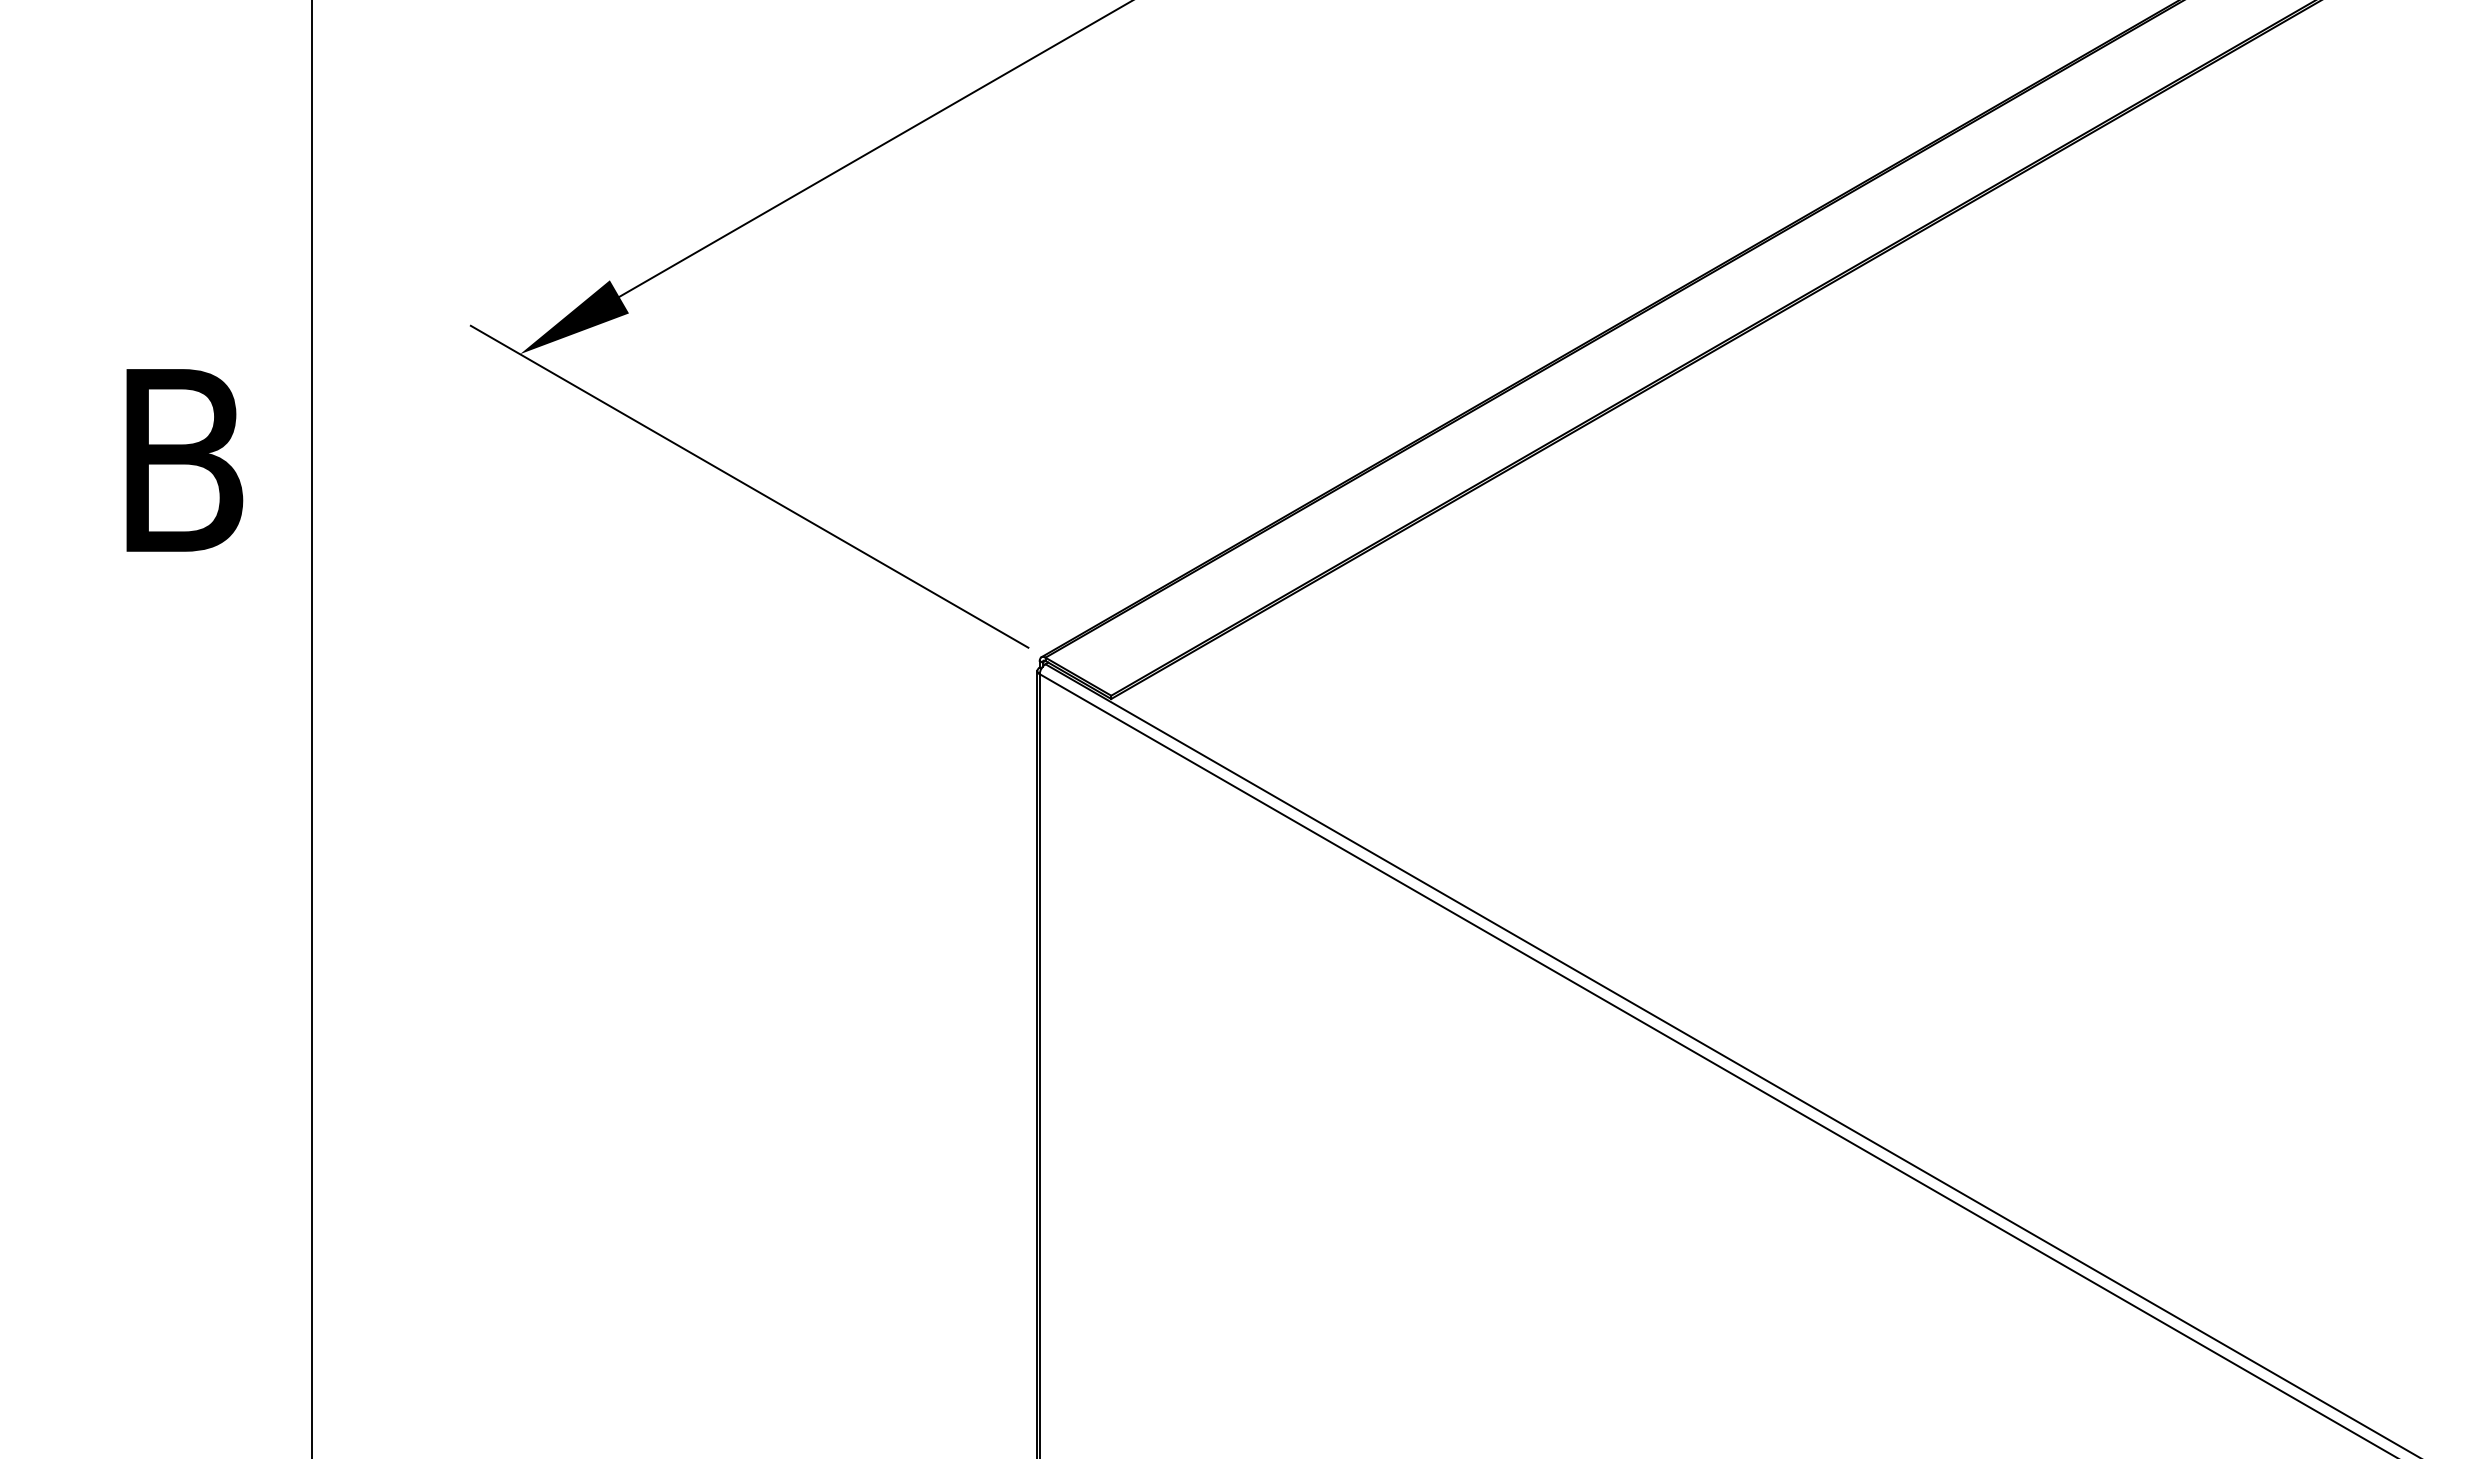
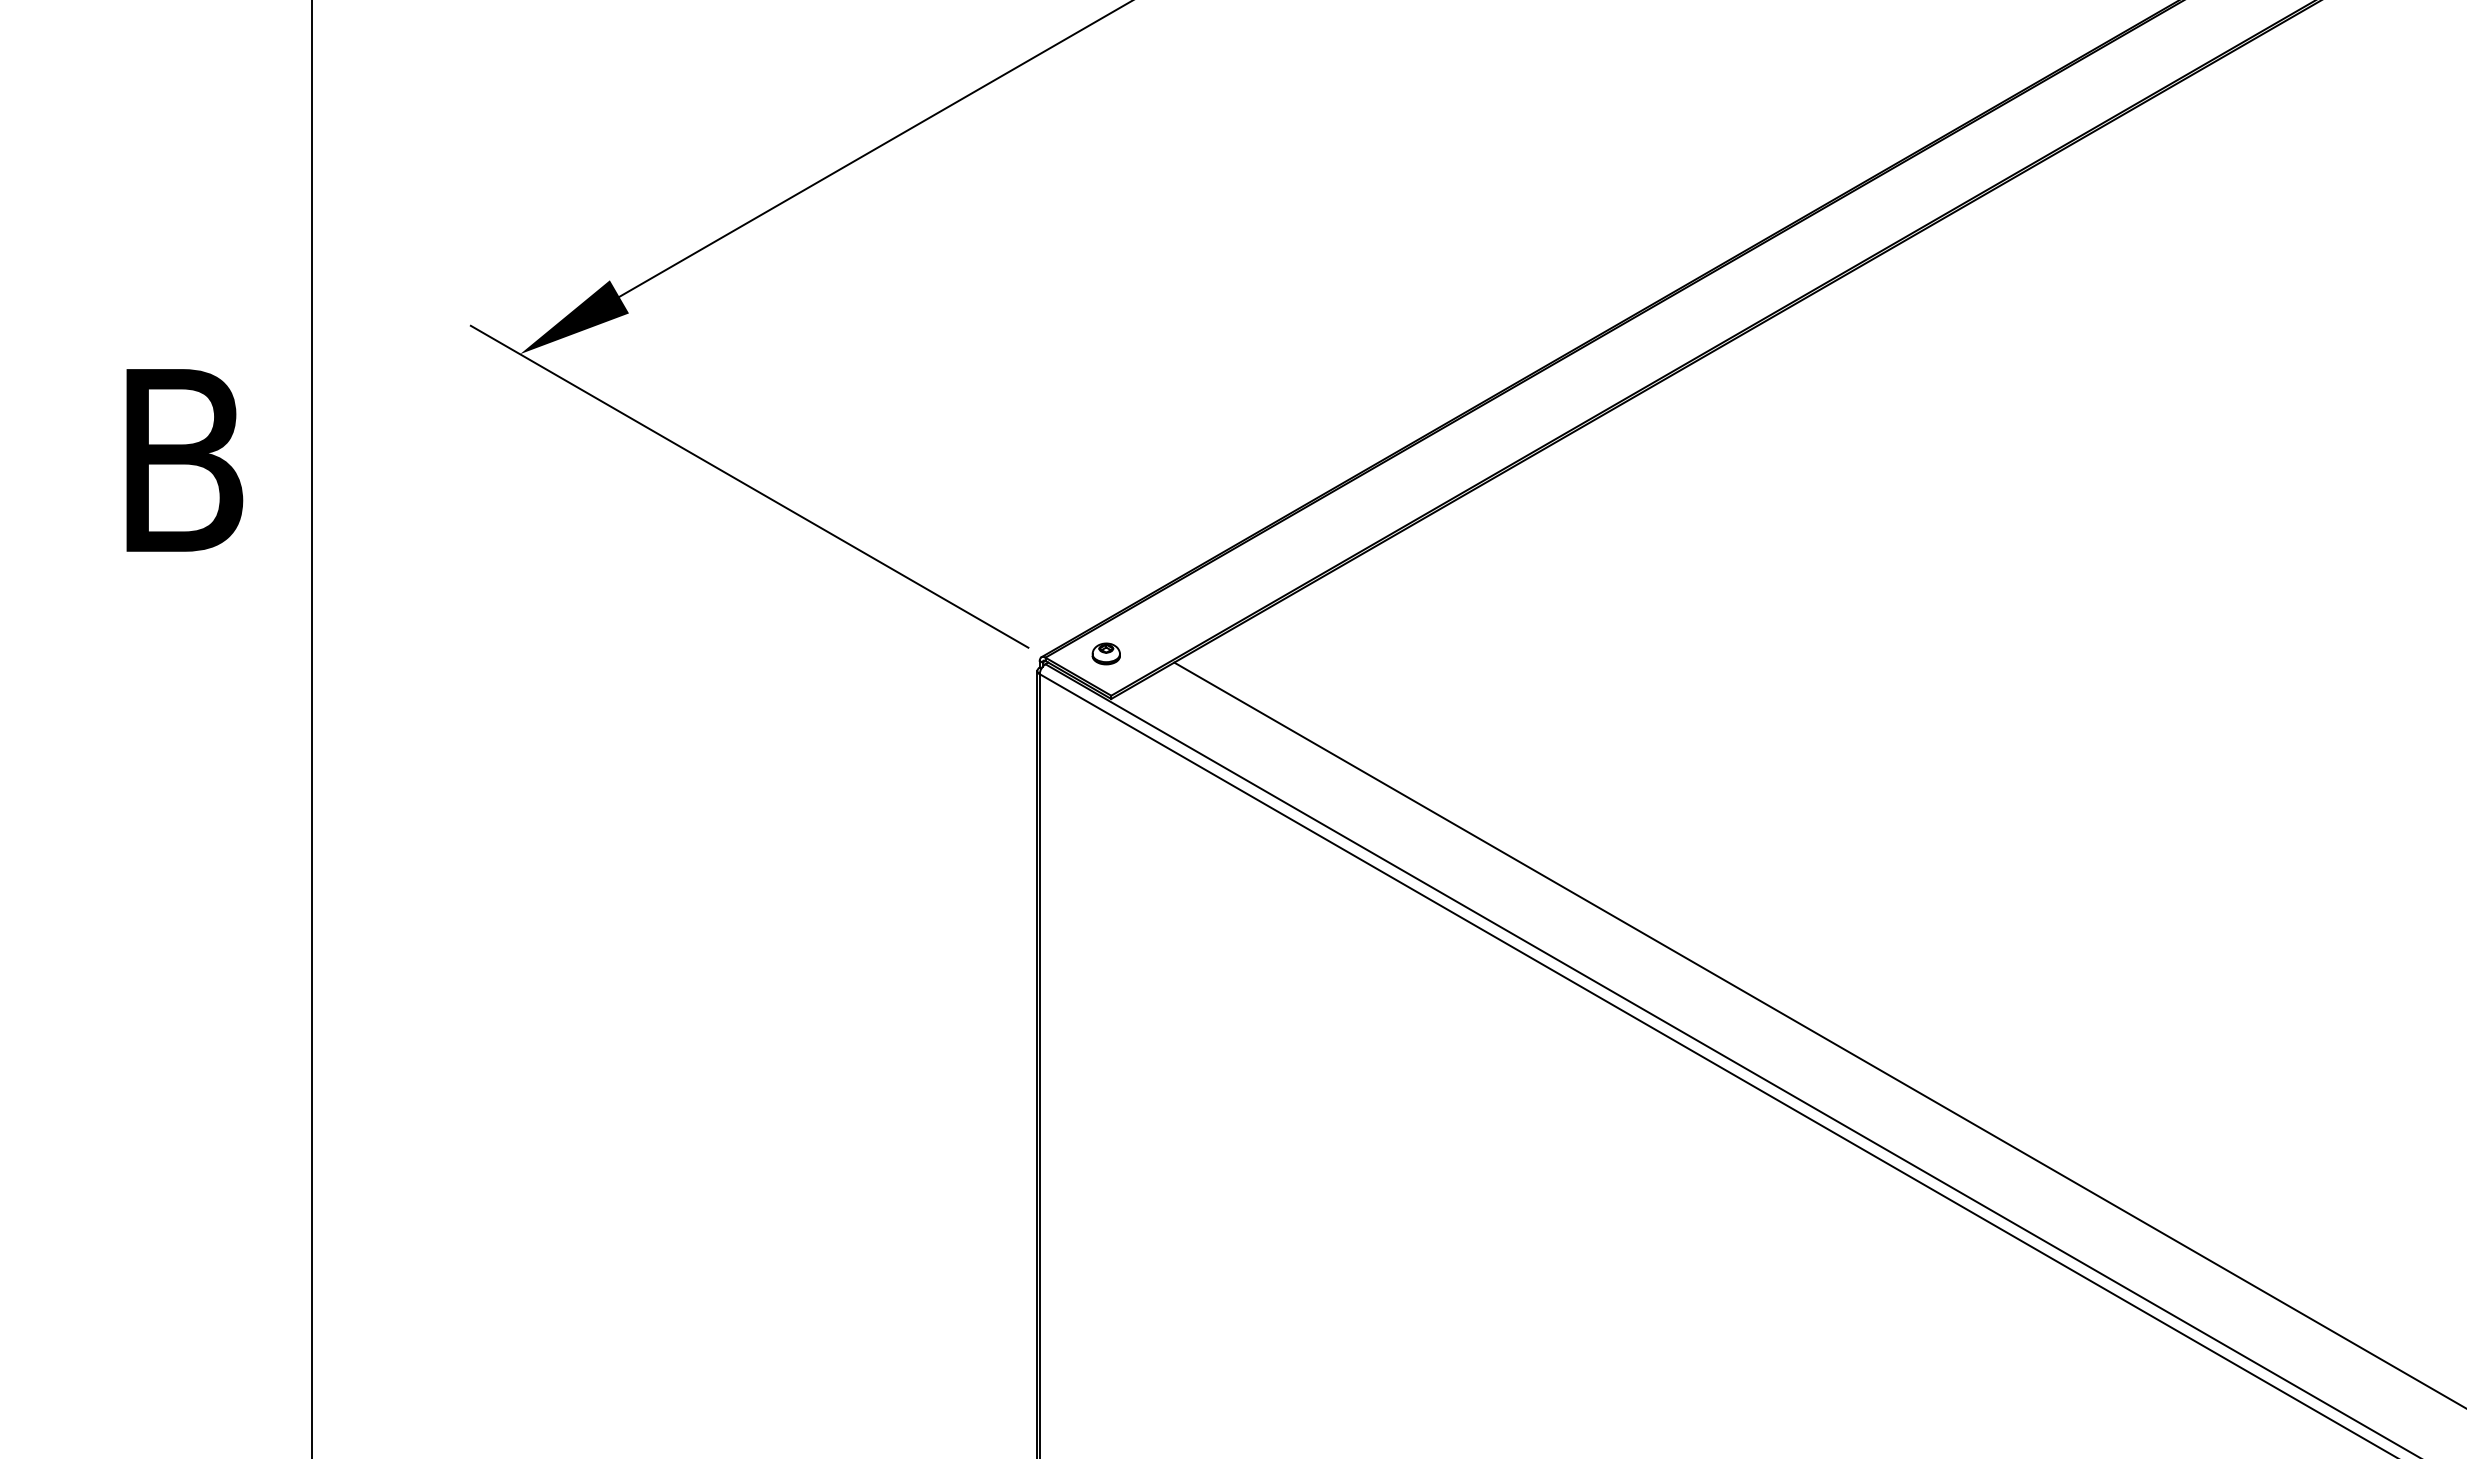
part at (1105, 653): none -> present
line at (1818, 1034): none -> present
